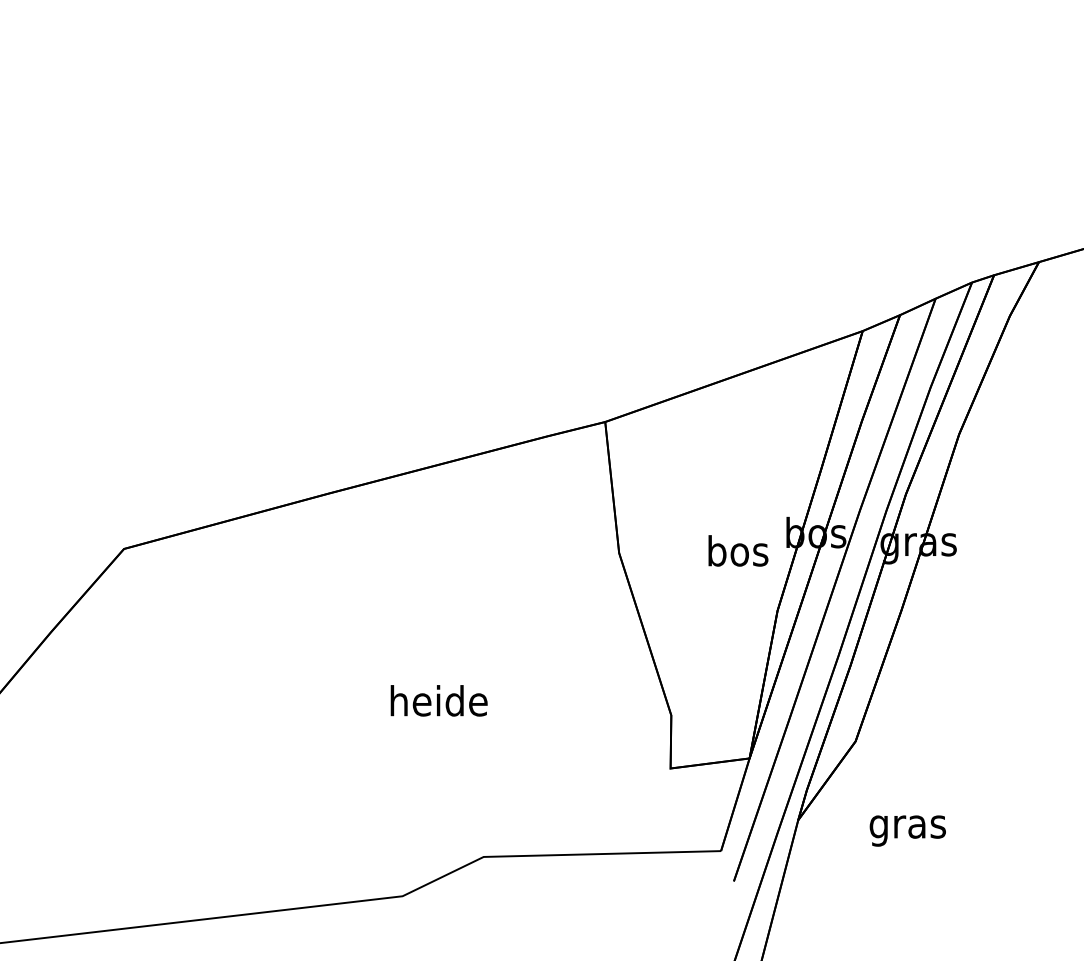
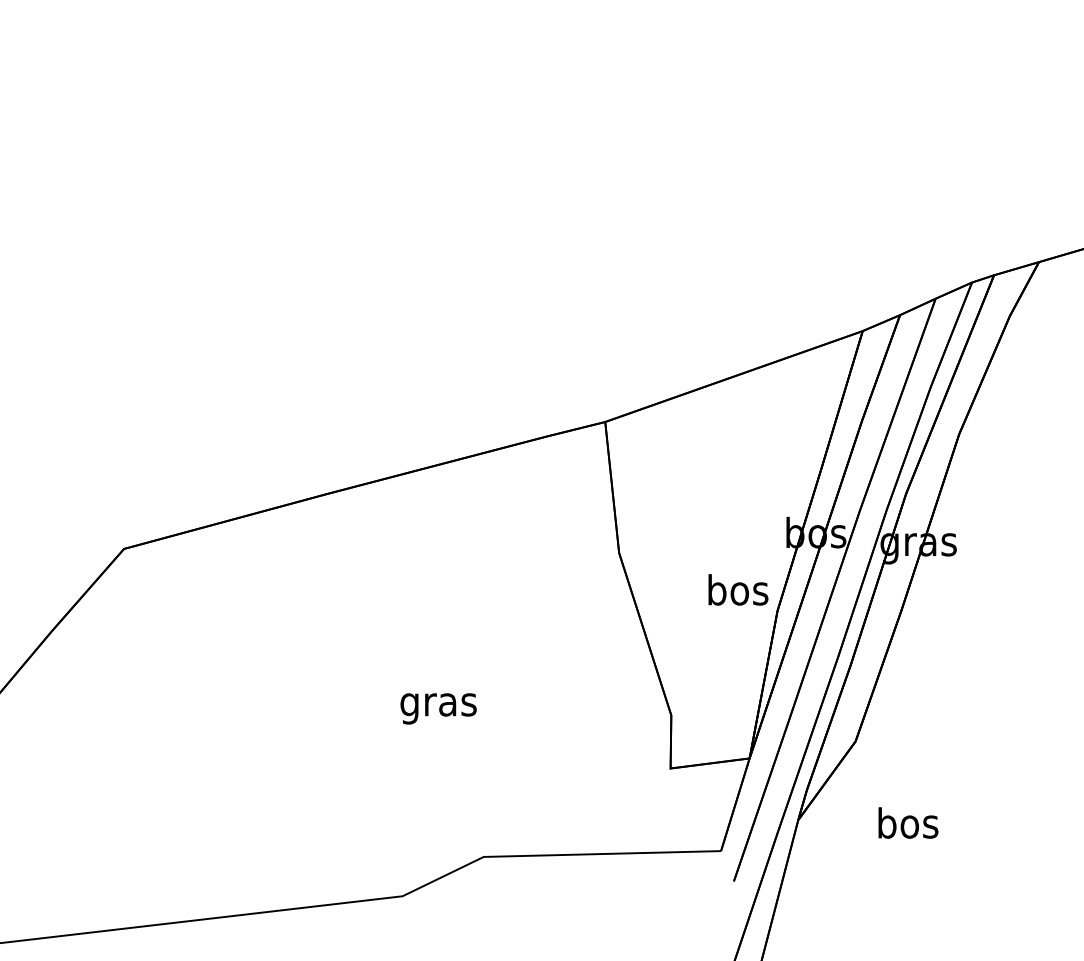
text at (738, 550) position: (738, 550) -> (738, 589)
text at (438, 704): heide -> gras
text at (907, 826): gras -> bos
